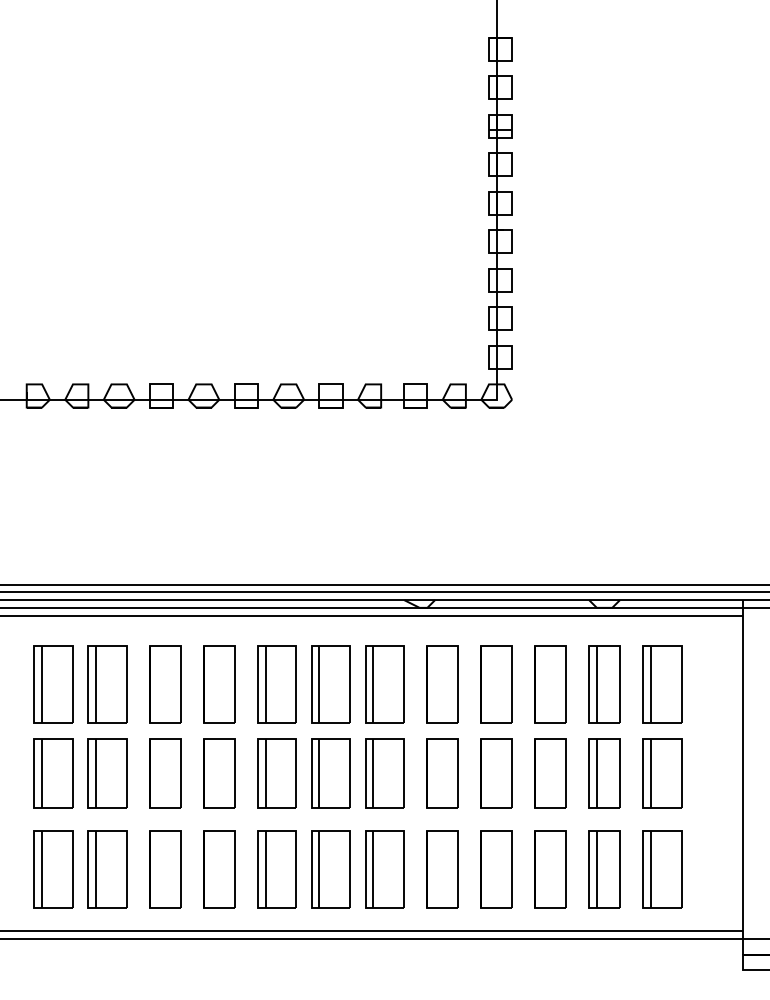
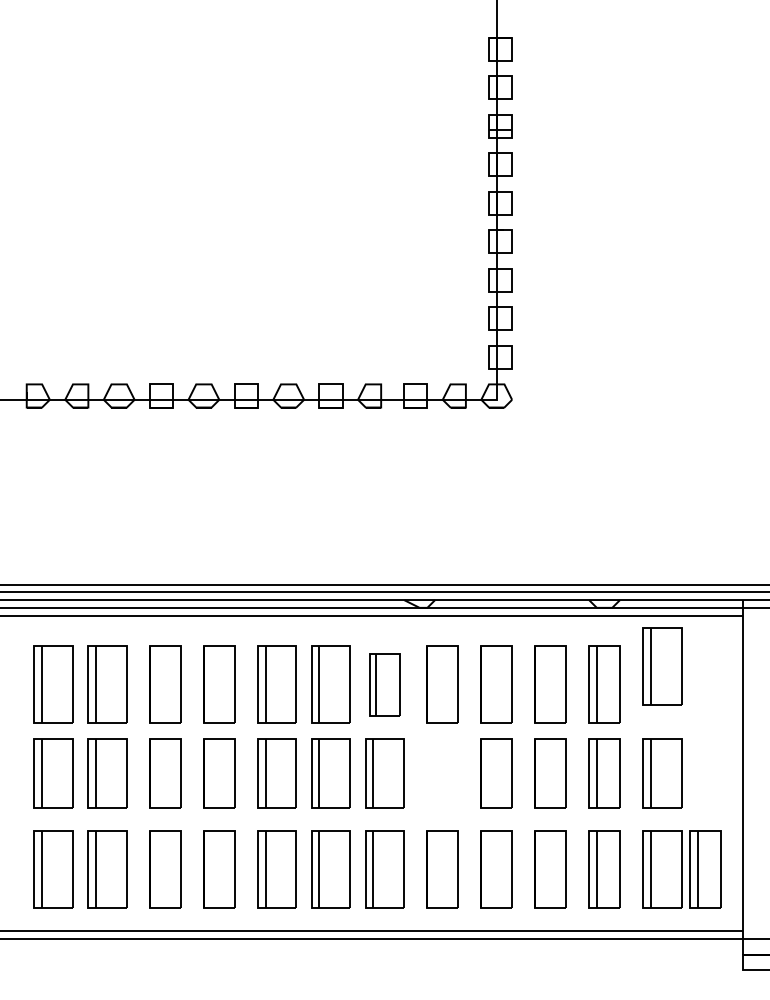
part at (384, 684) size: 40x79 px -> 32x64 px
part at (662, 684) position: (662, 684) -> (662, 666)
part at (442, 773): present -> none
part at (705, 869): none -> present
